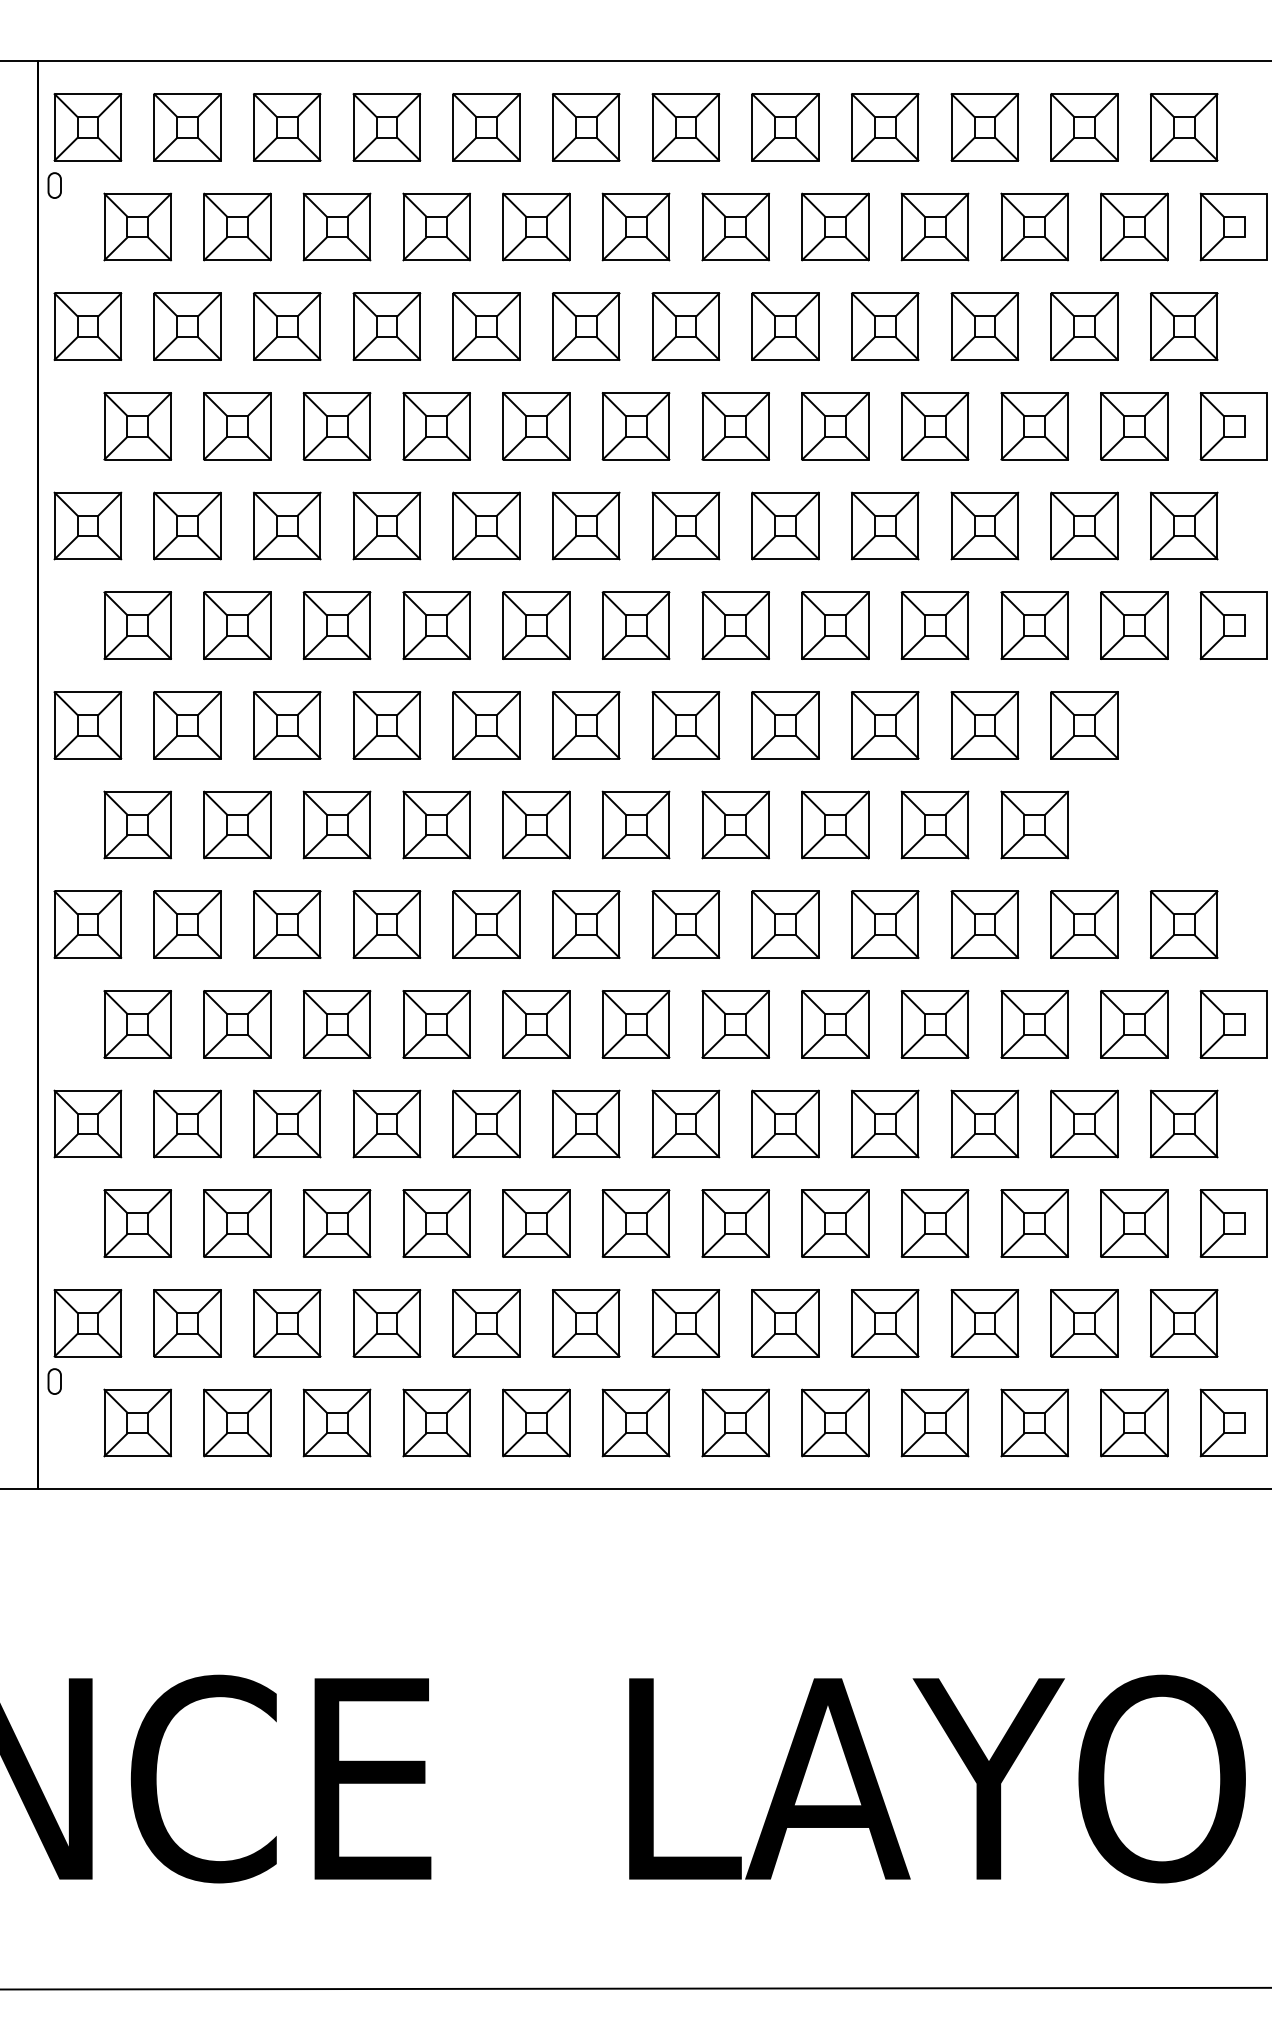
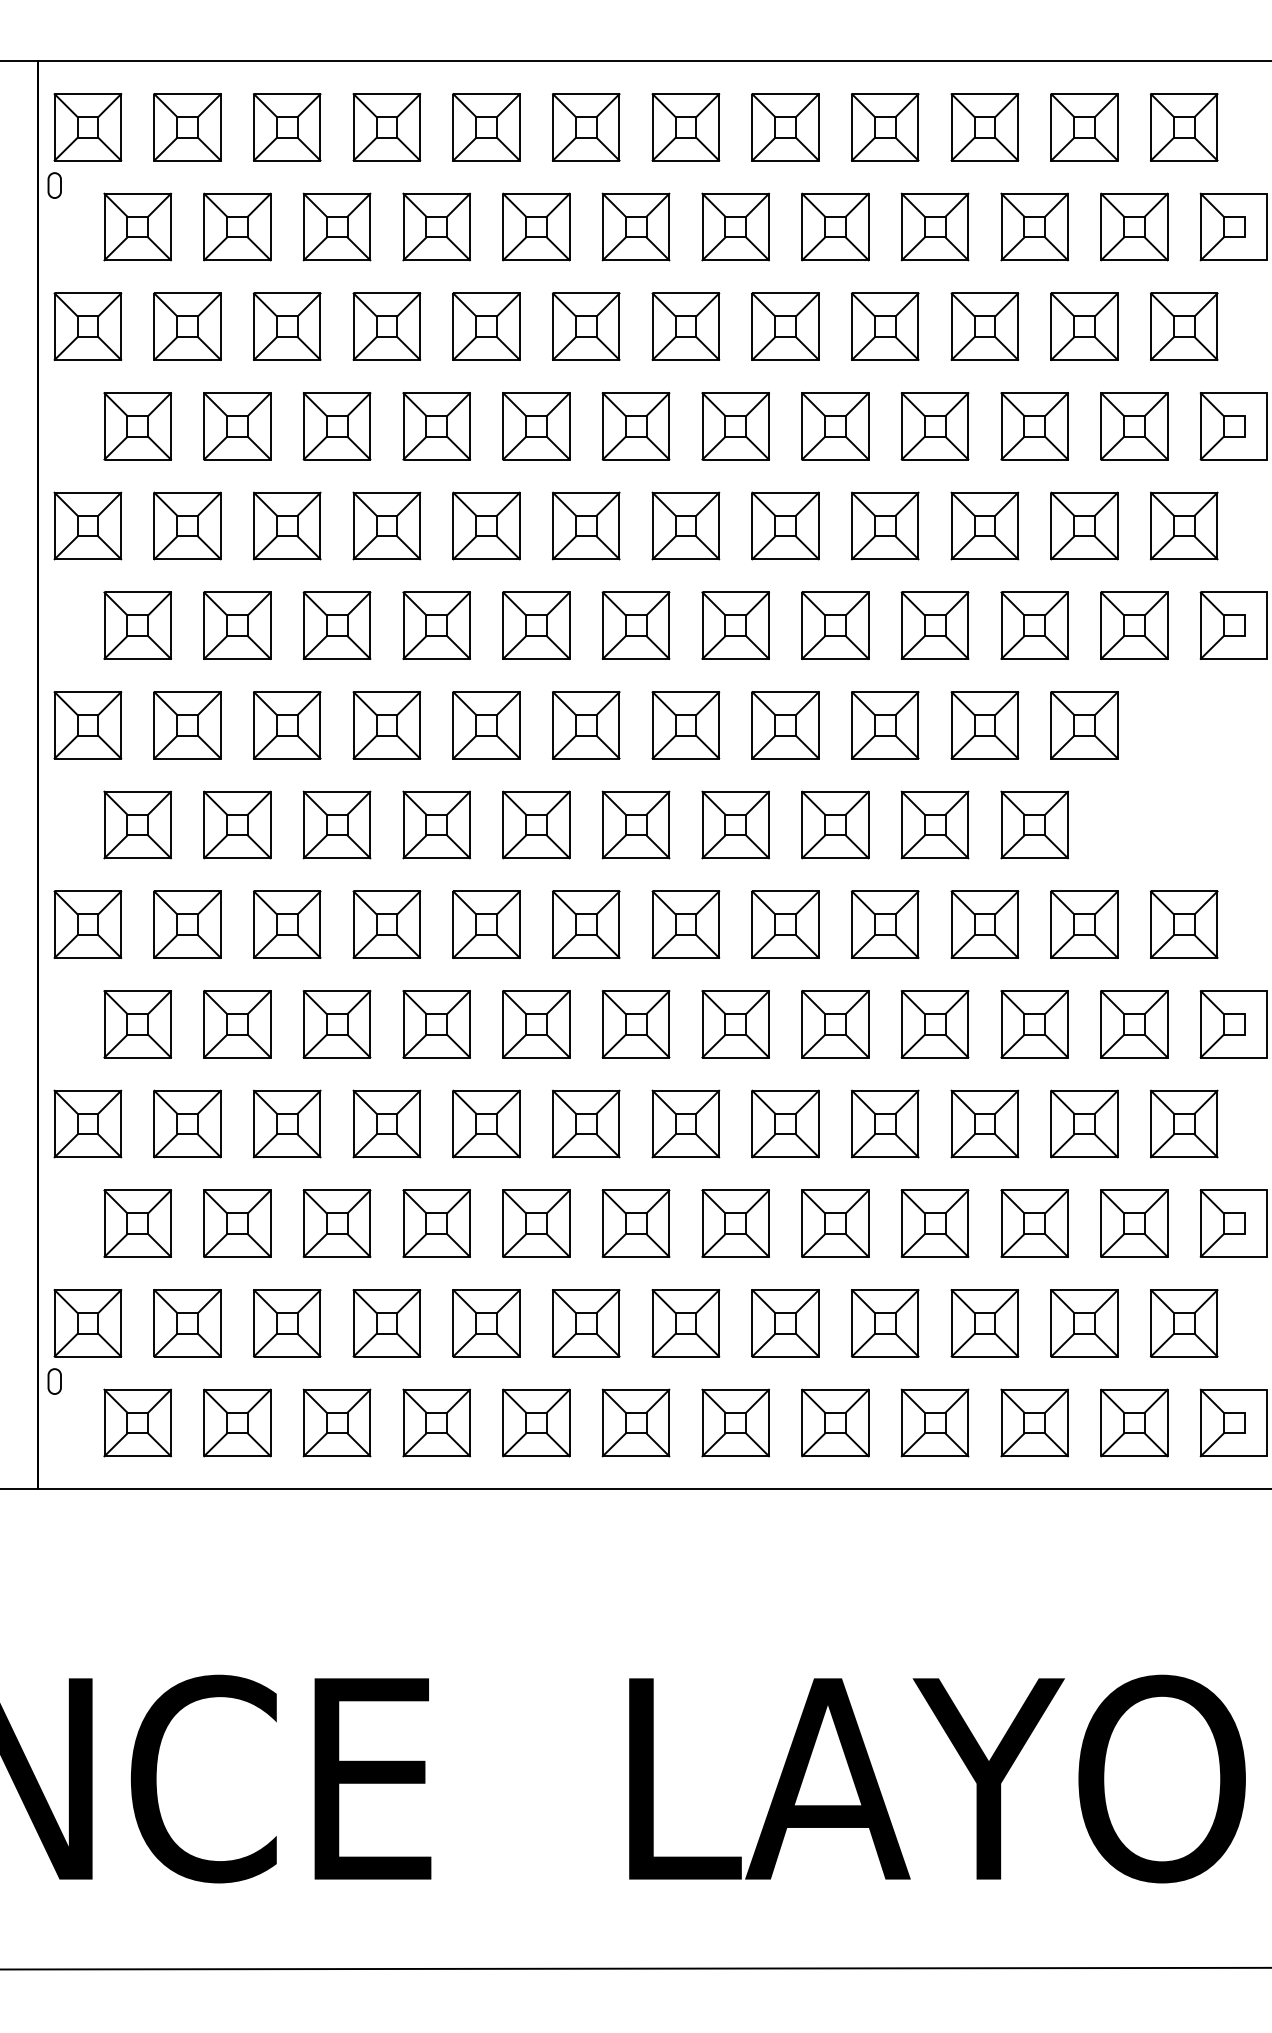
line at (635, 1988) position: (635, 1988) -> (635, 1968)
